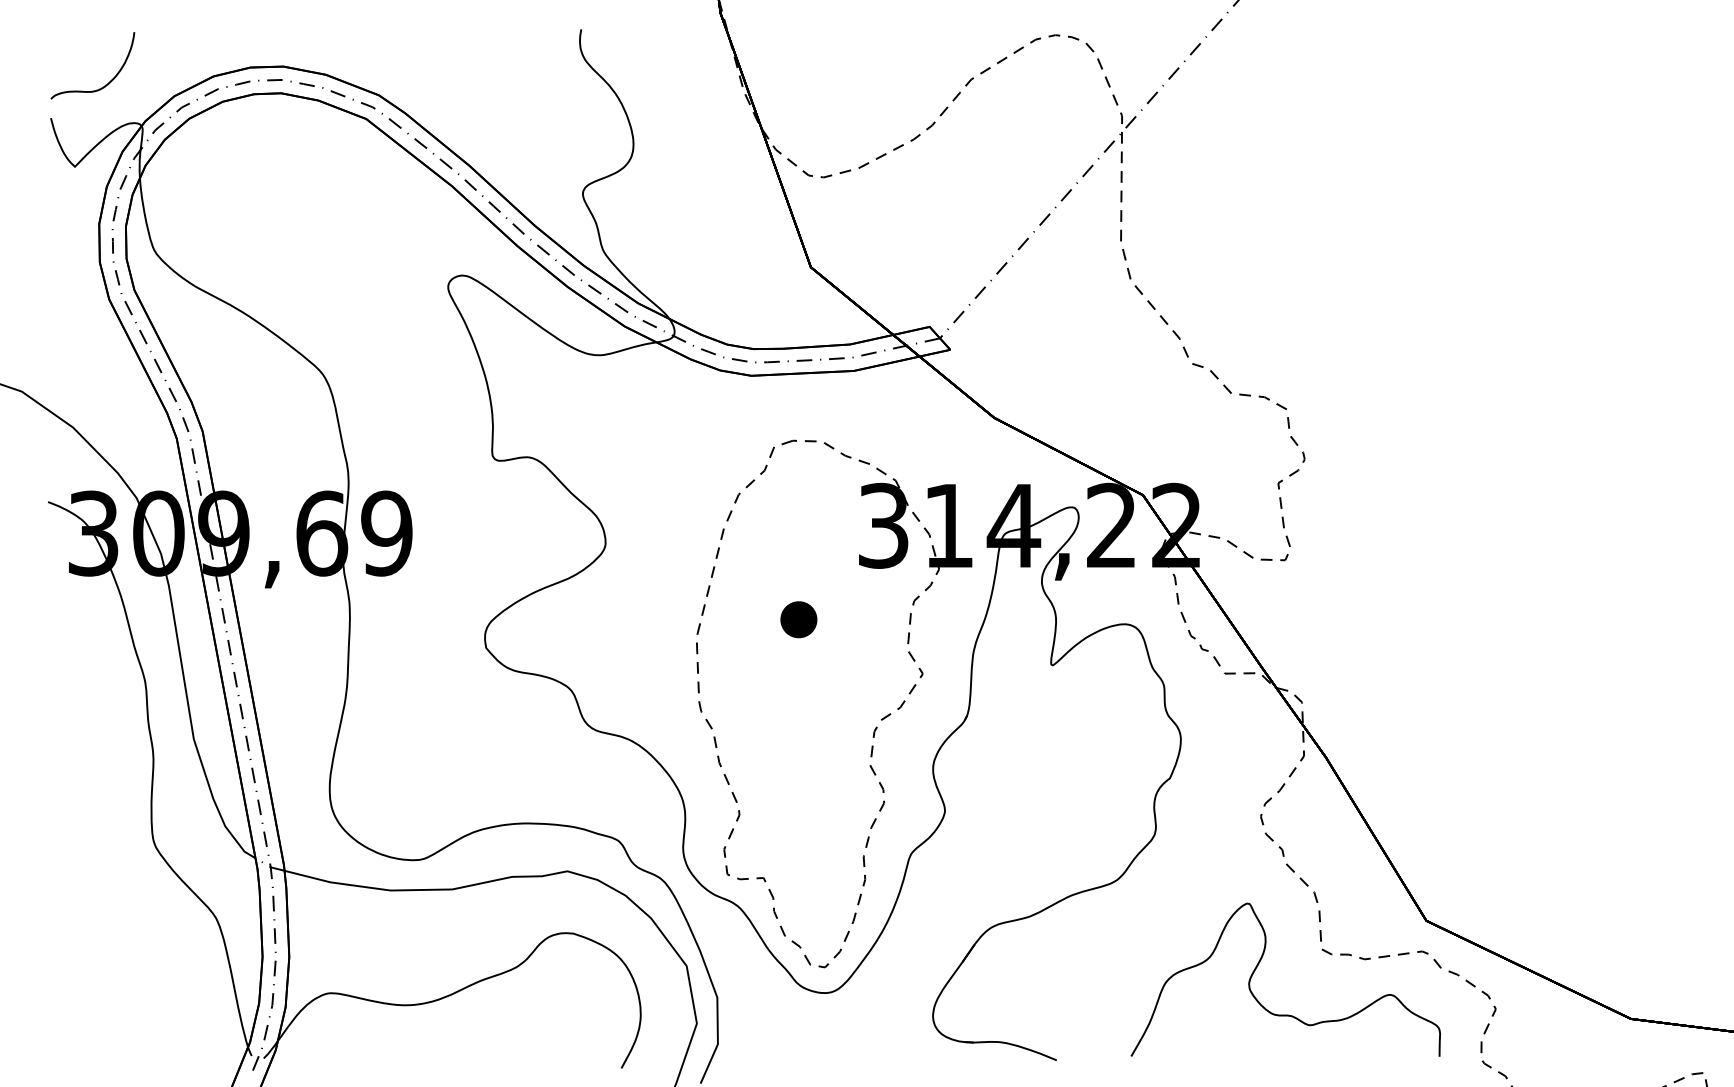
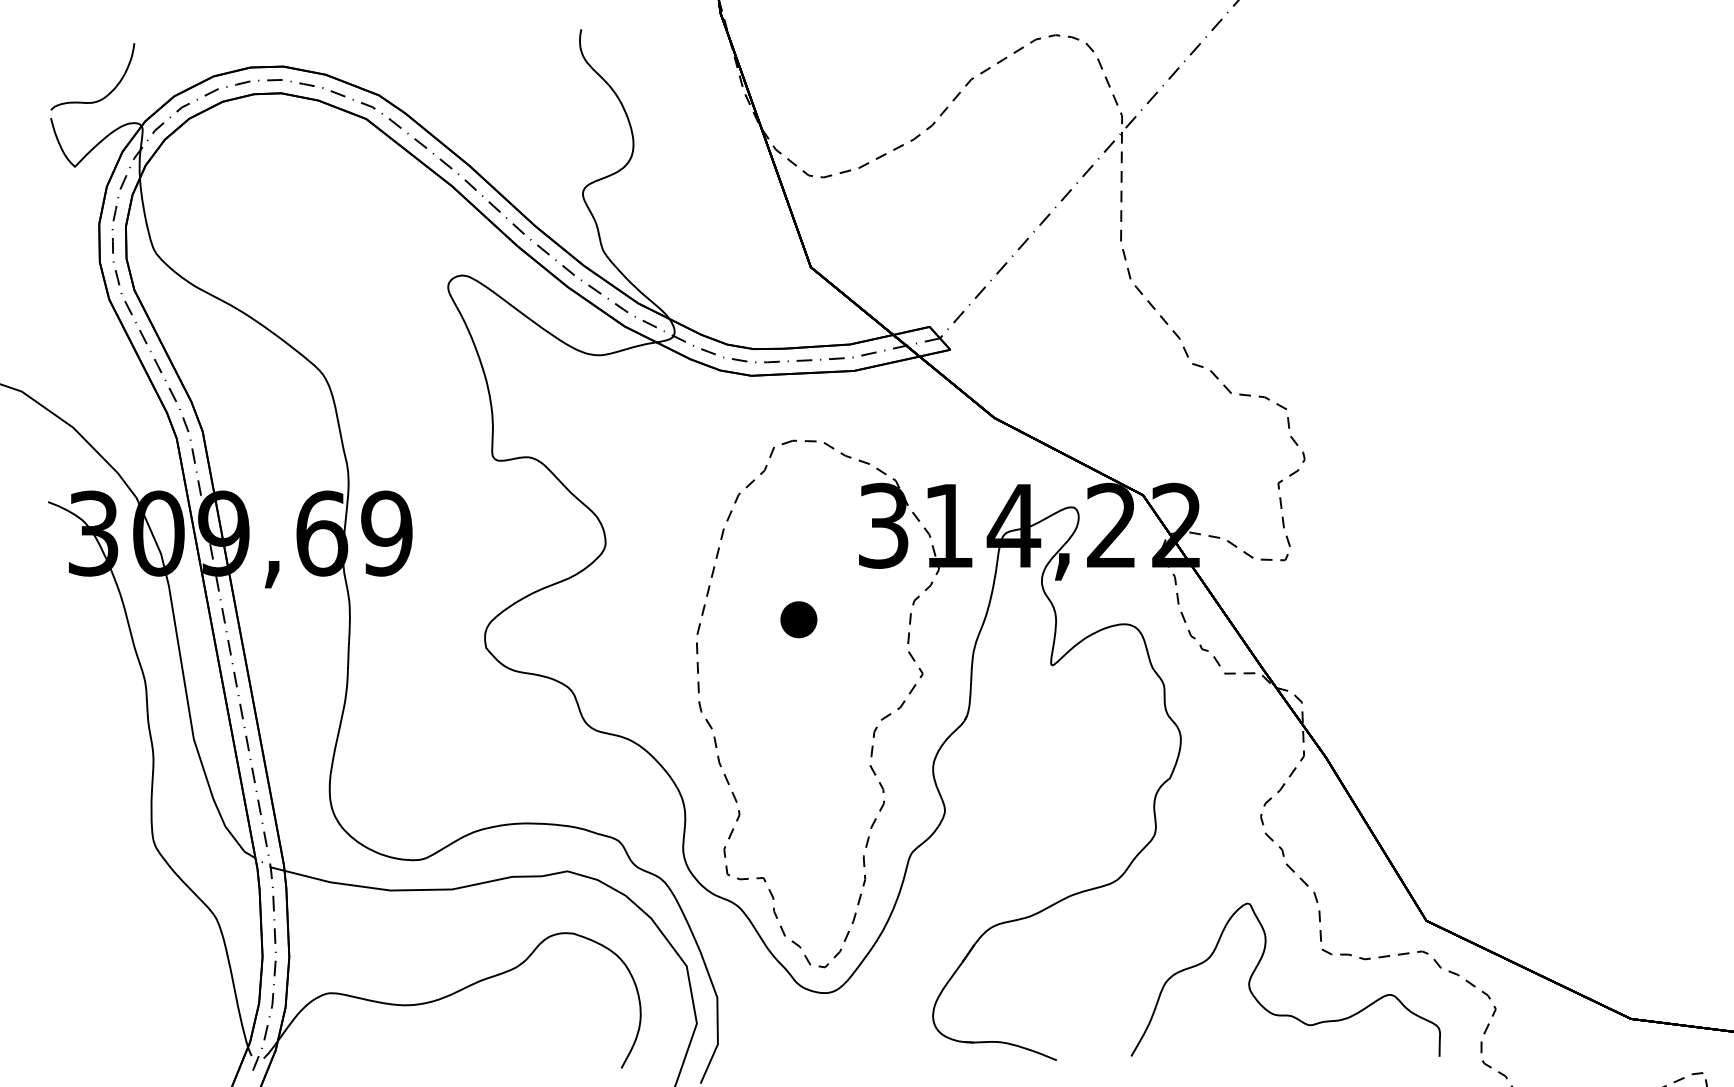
curve at (105, 84) position: (105, 84) -> (105, 95)
